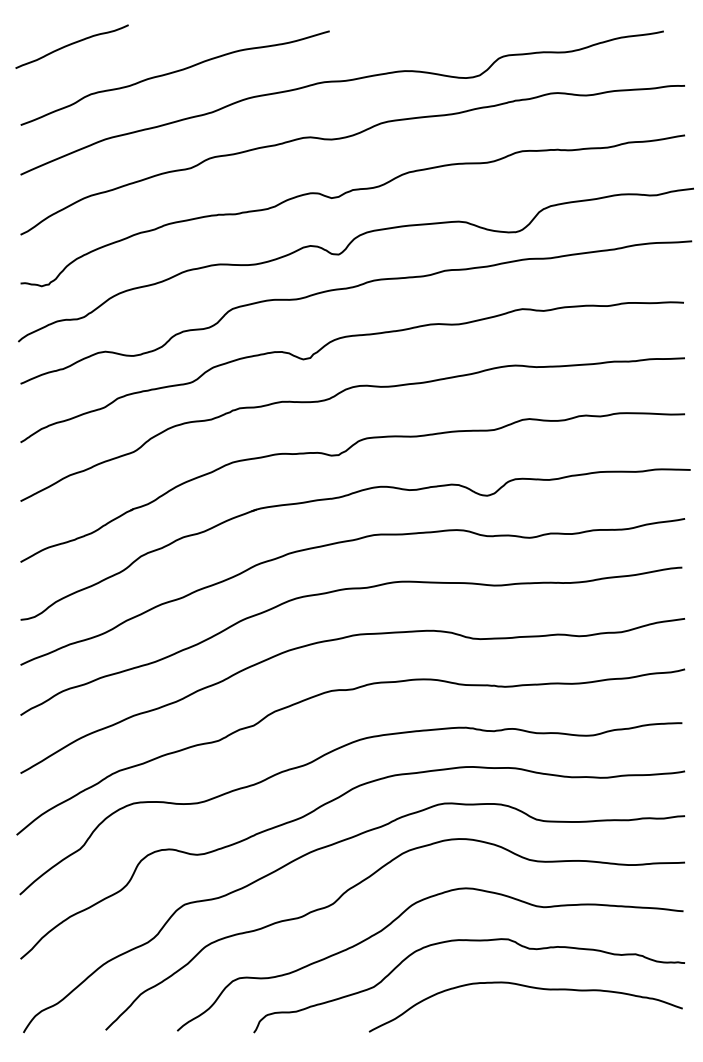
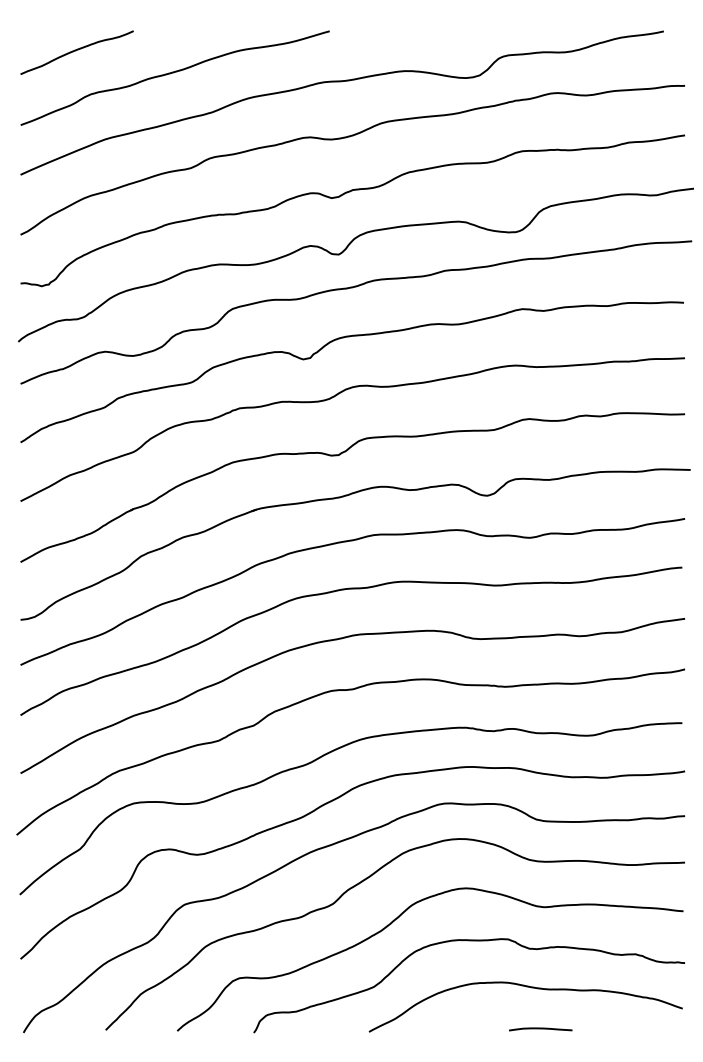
curve at (70, 45) position: (70, 45) -> (75, 51)
curve at (540, 1029): none -> present
